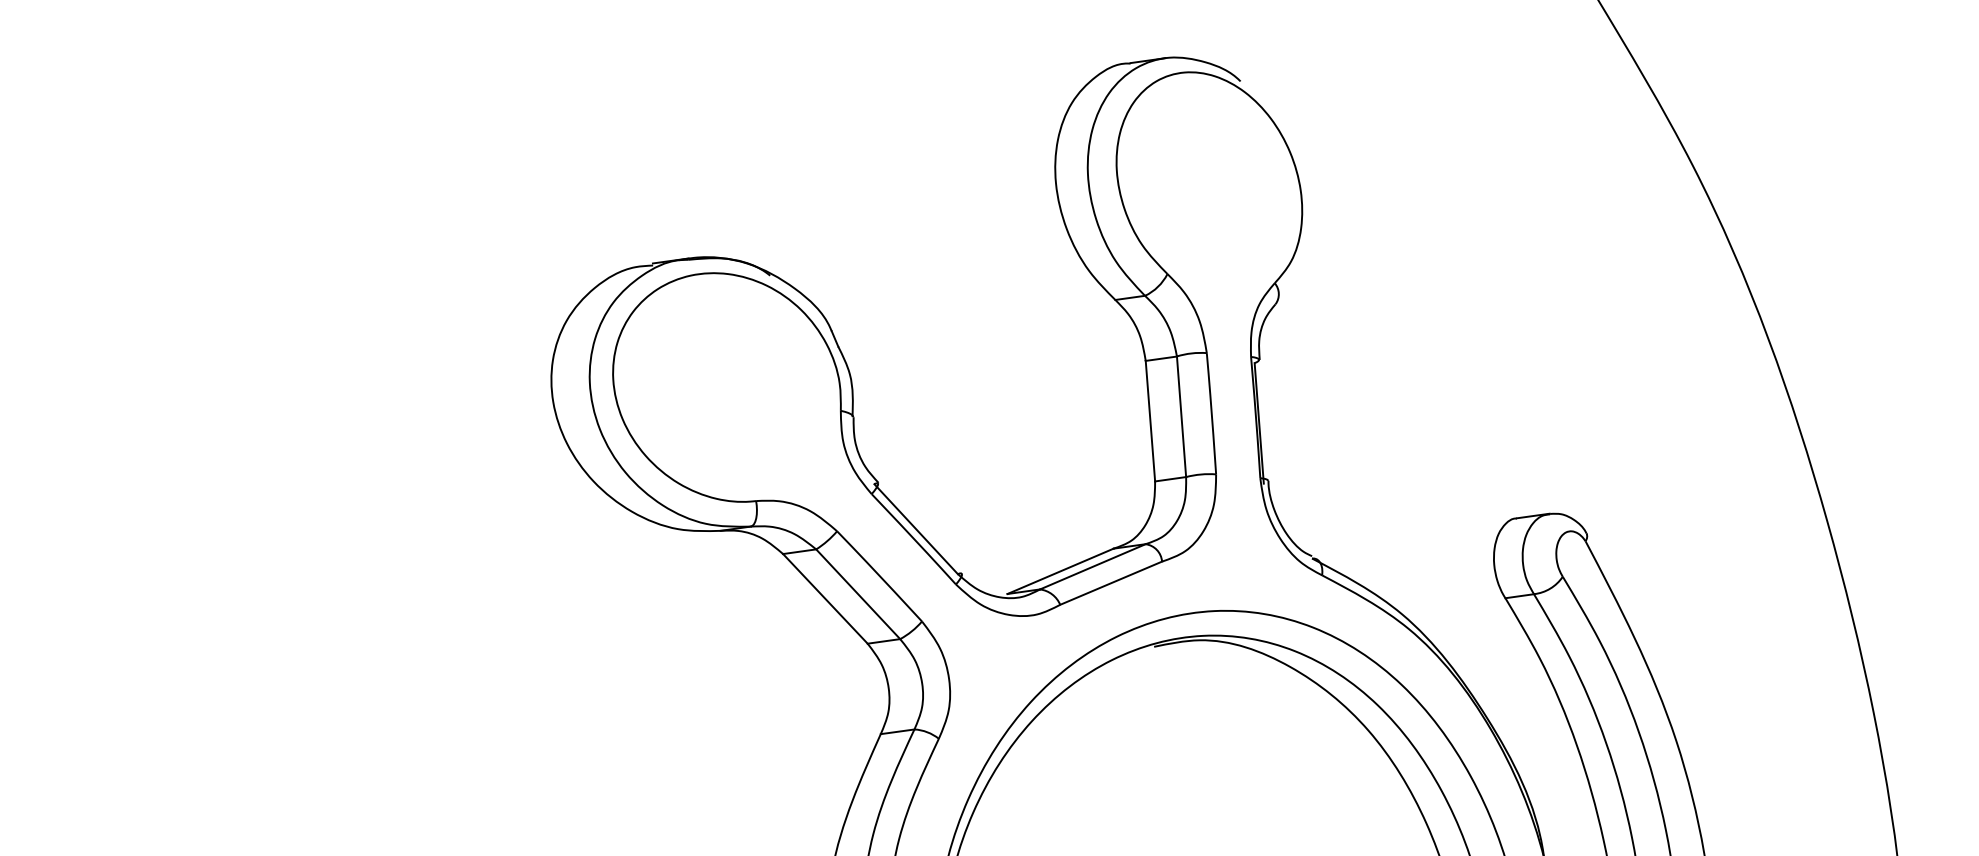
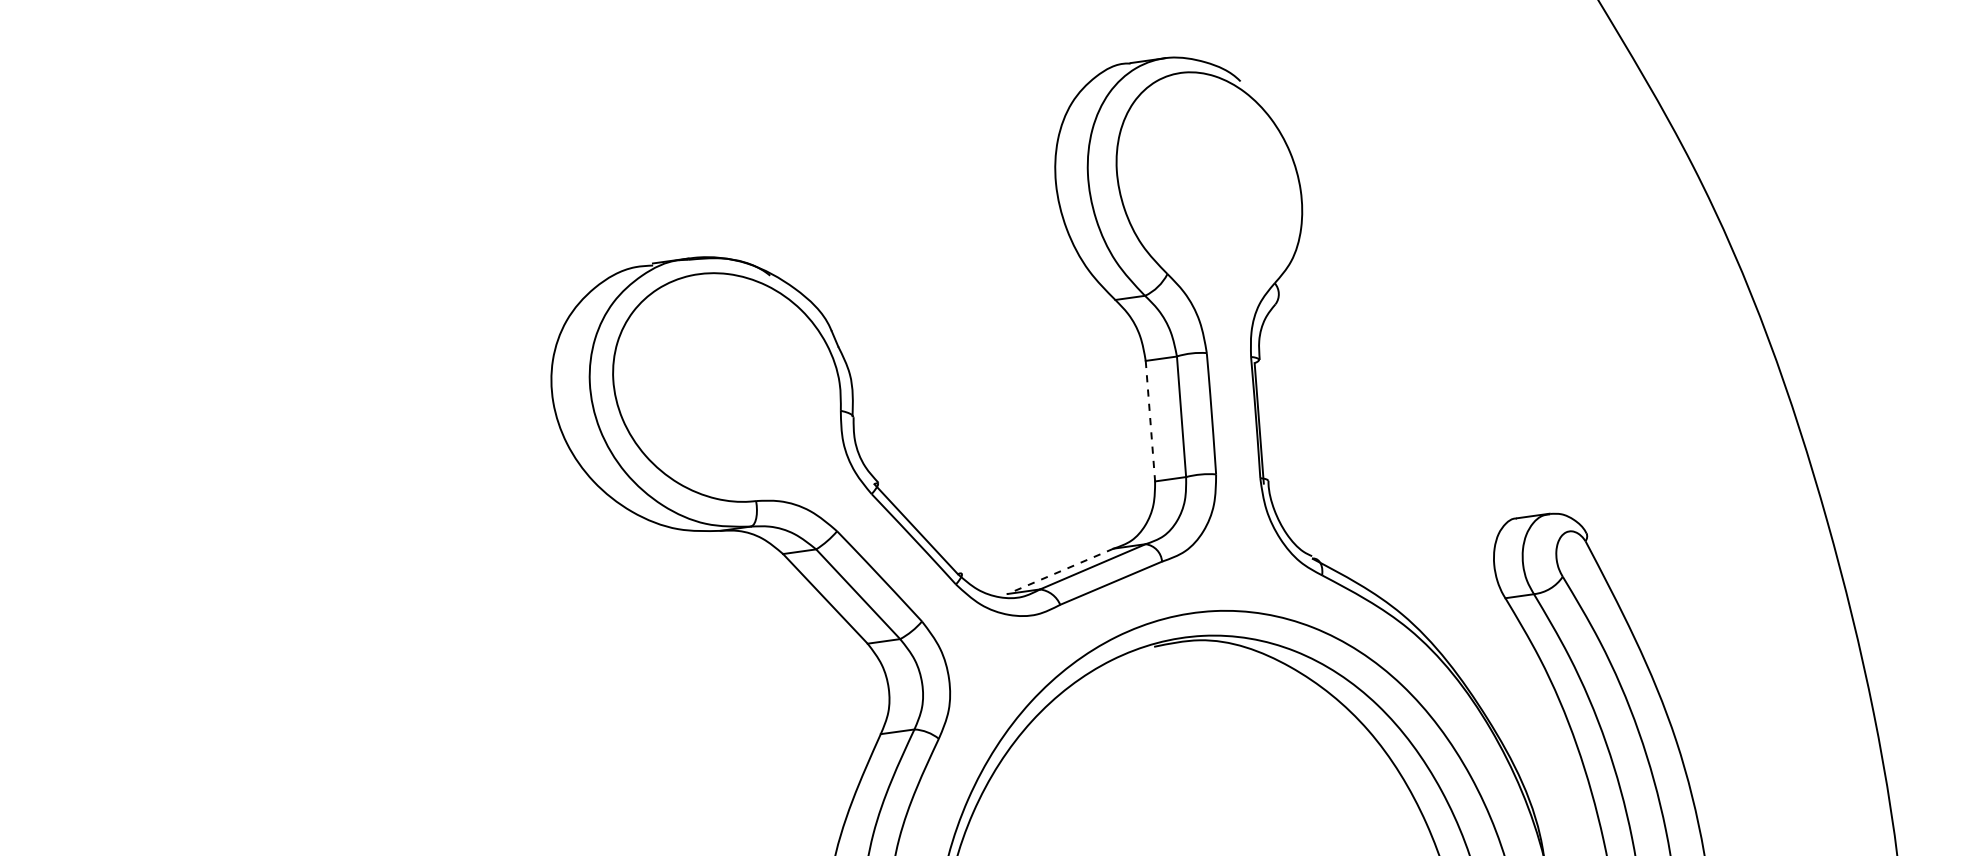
line at (1150, 421): solid -> dashed
line at (1060, 571): solid -> dashed
